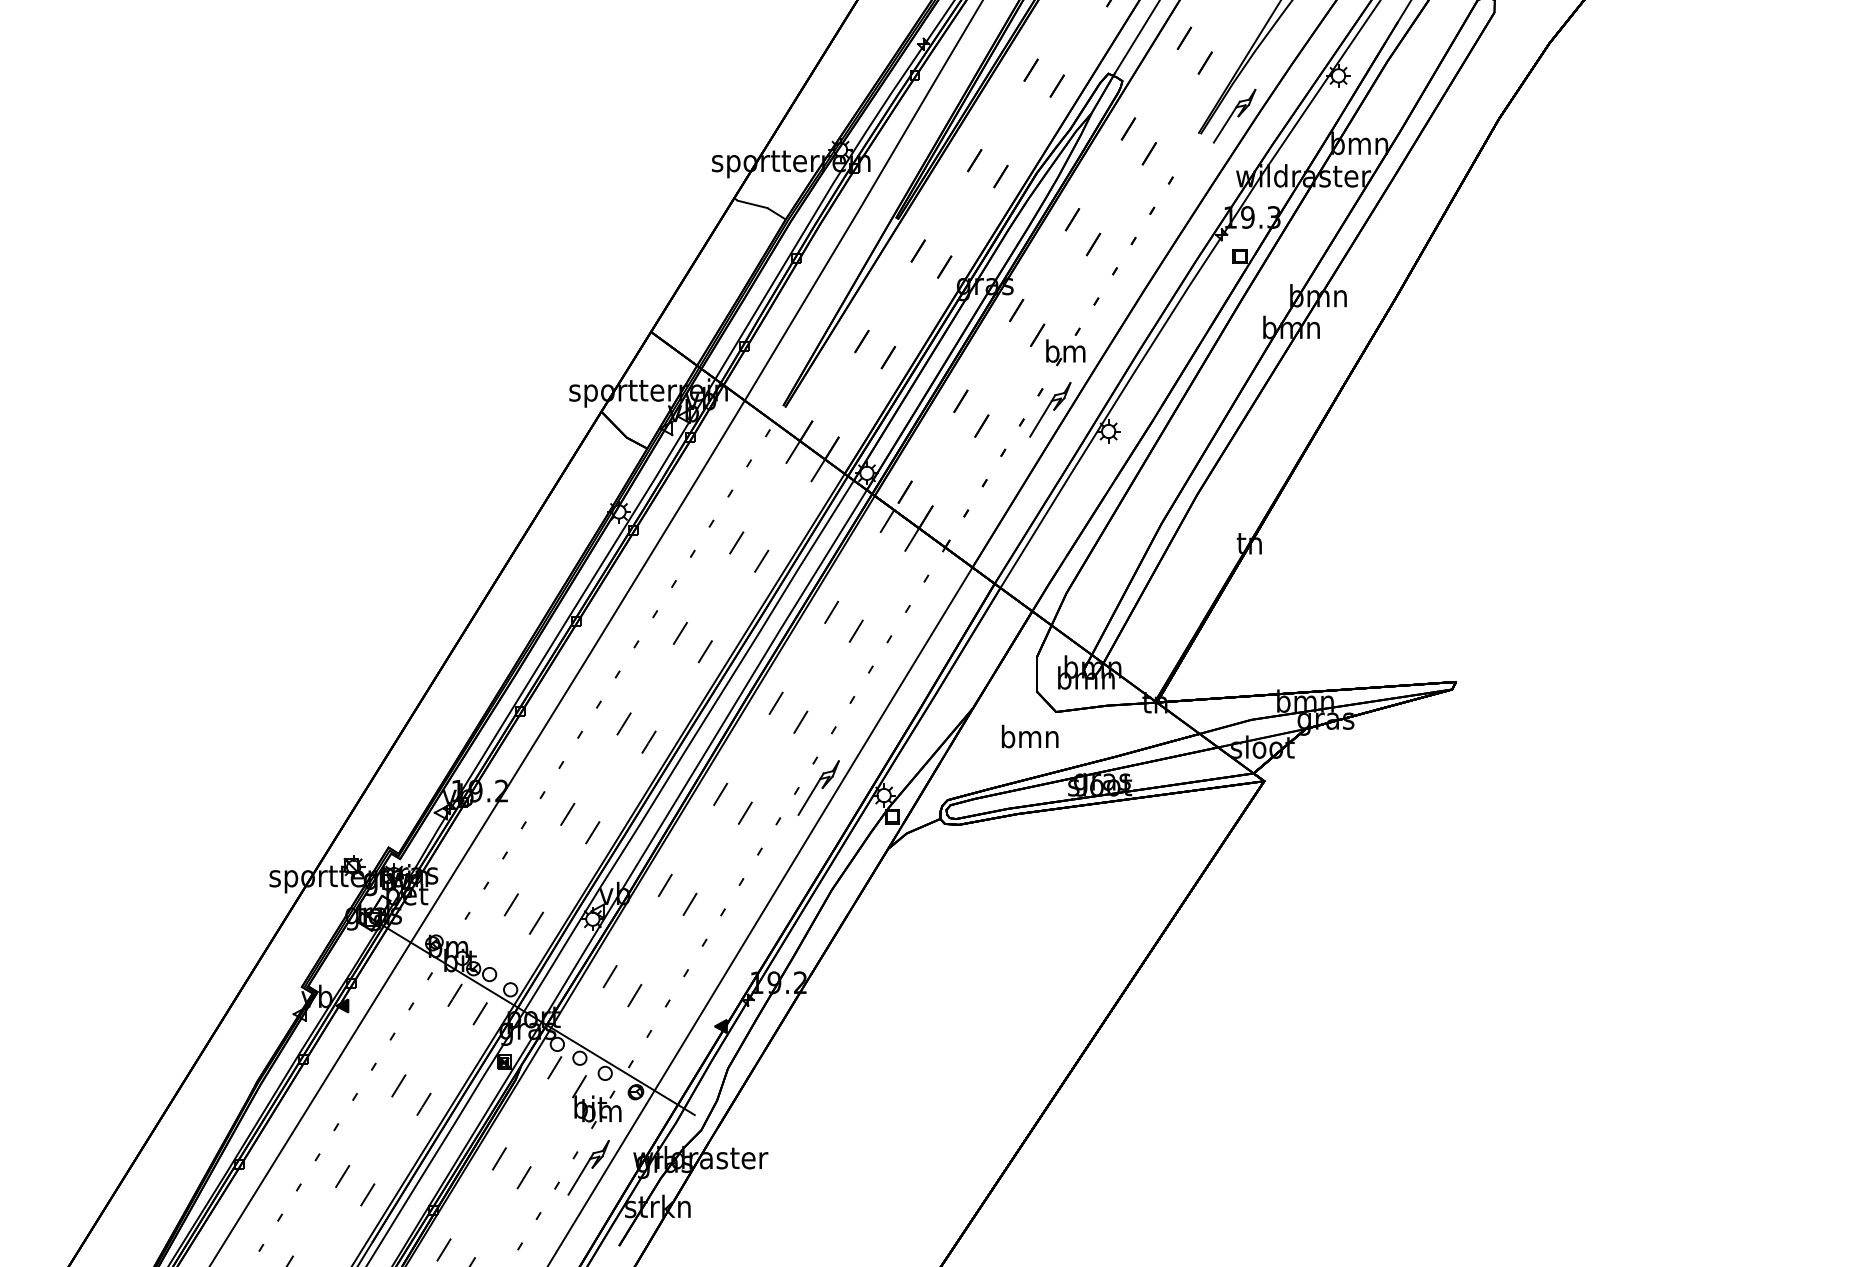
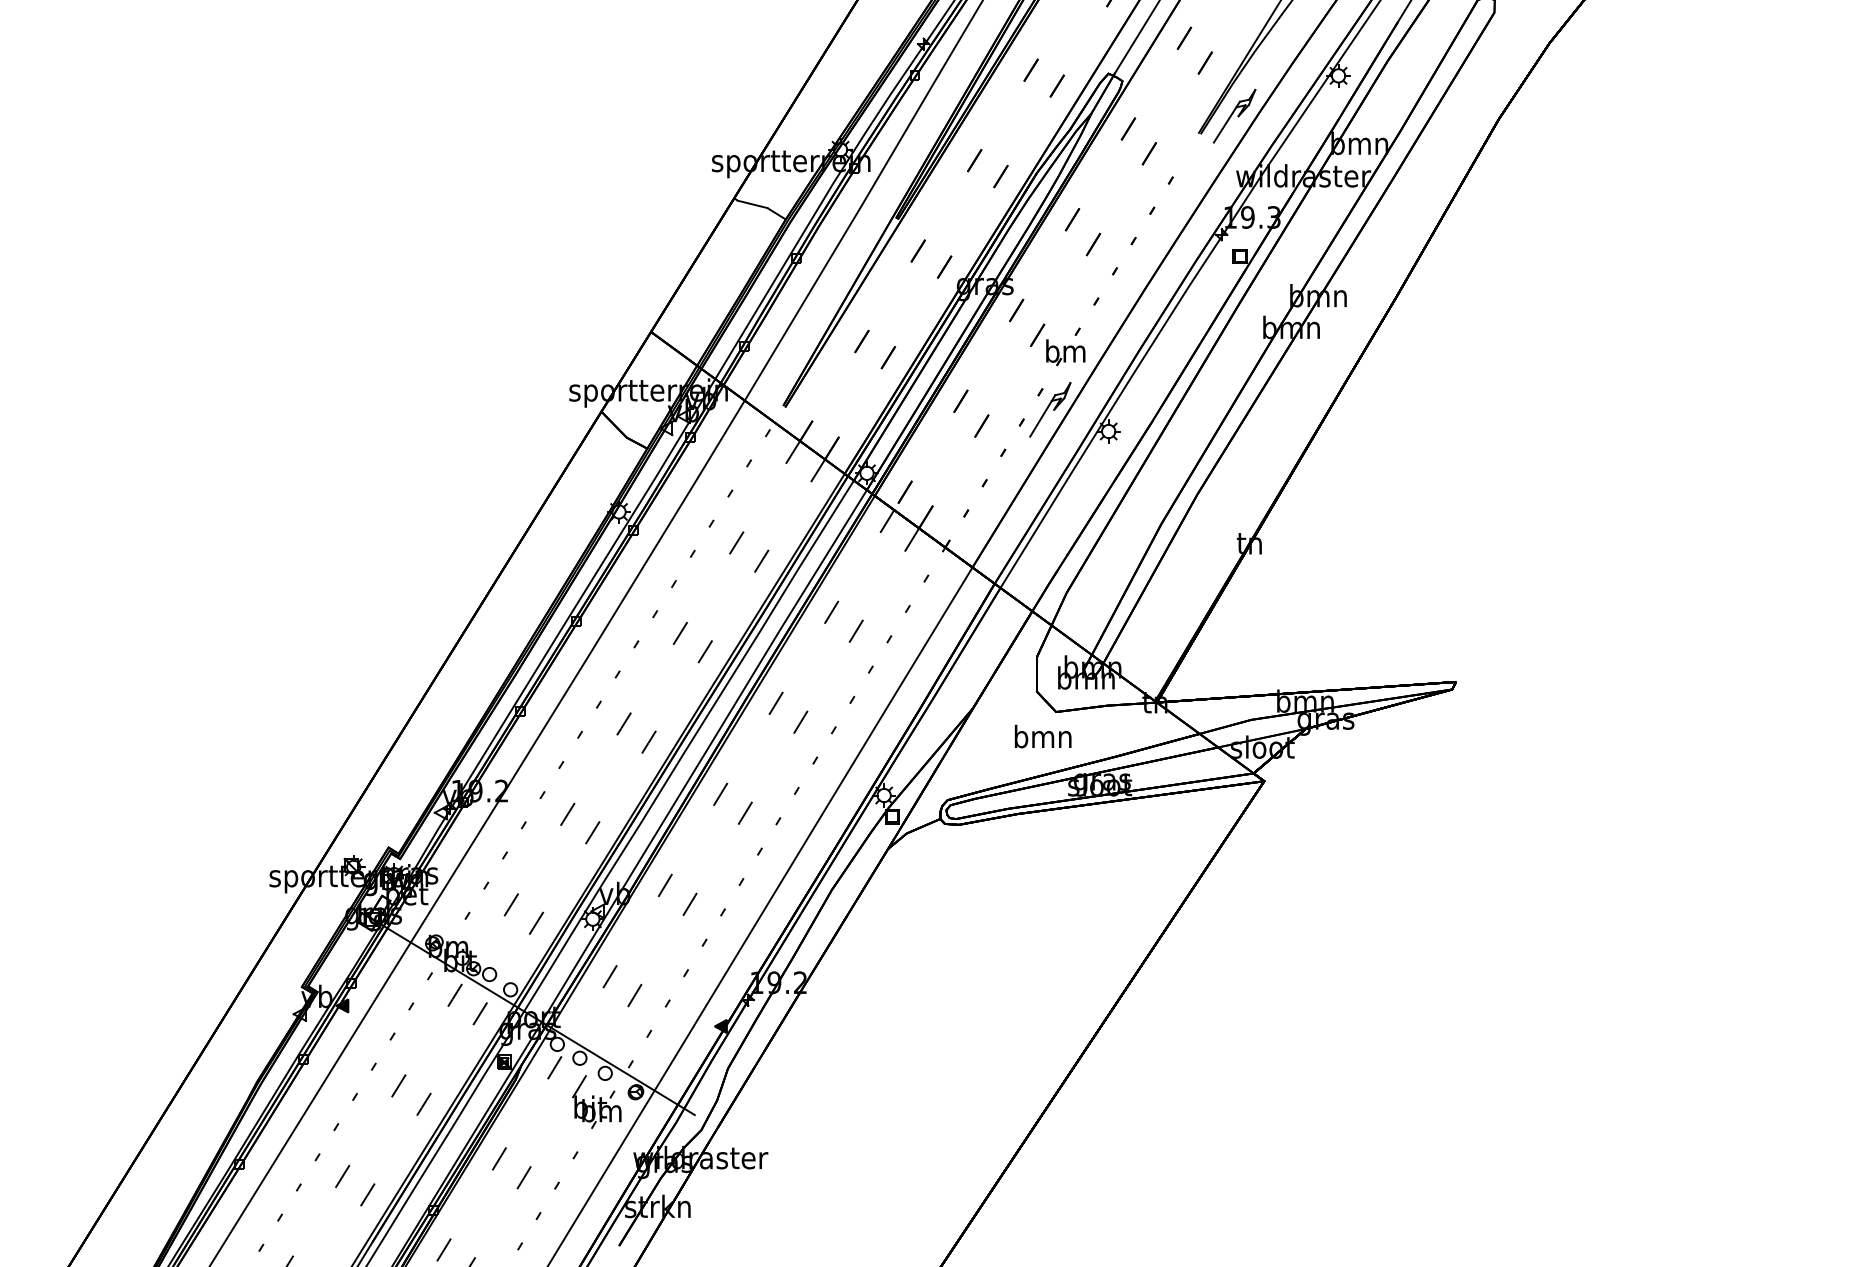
text at (1029, 736) position: (1029, 736) -> (1042, 736)
part at (818, 787): present -> none
part at (588, 1167): present -> none
